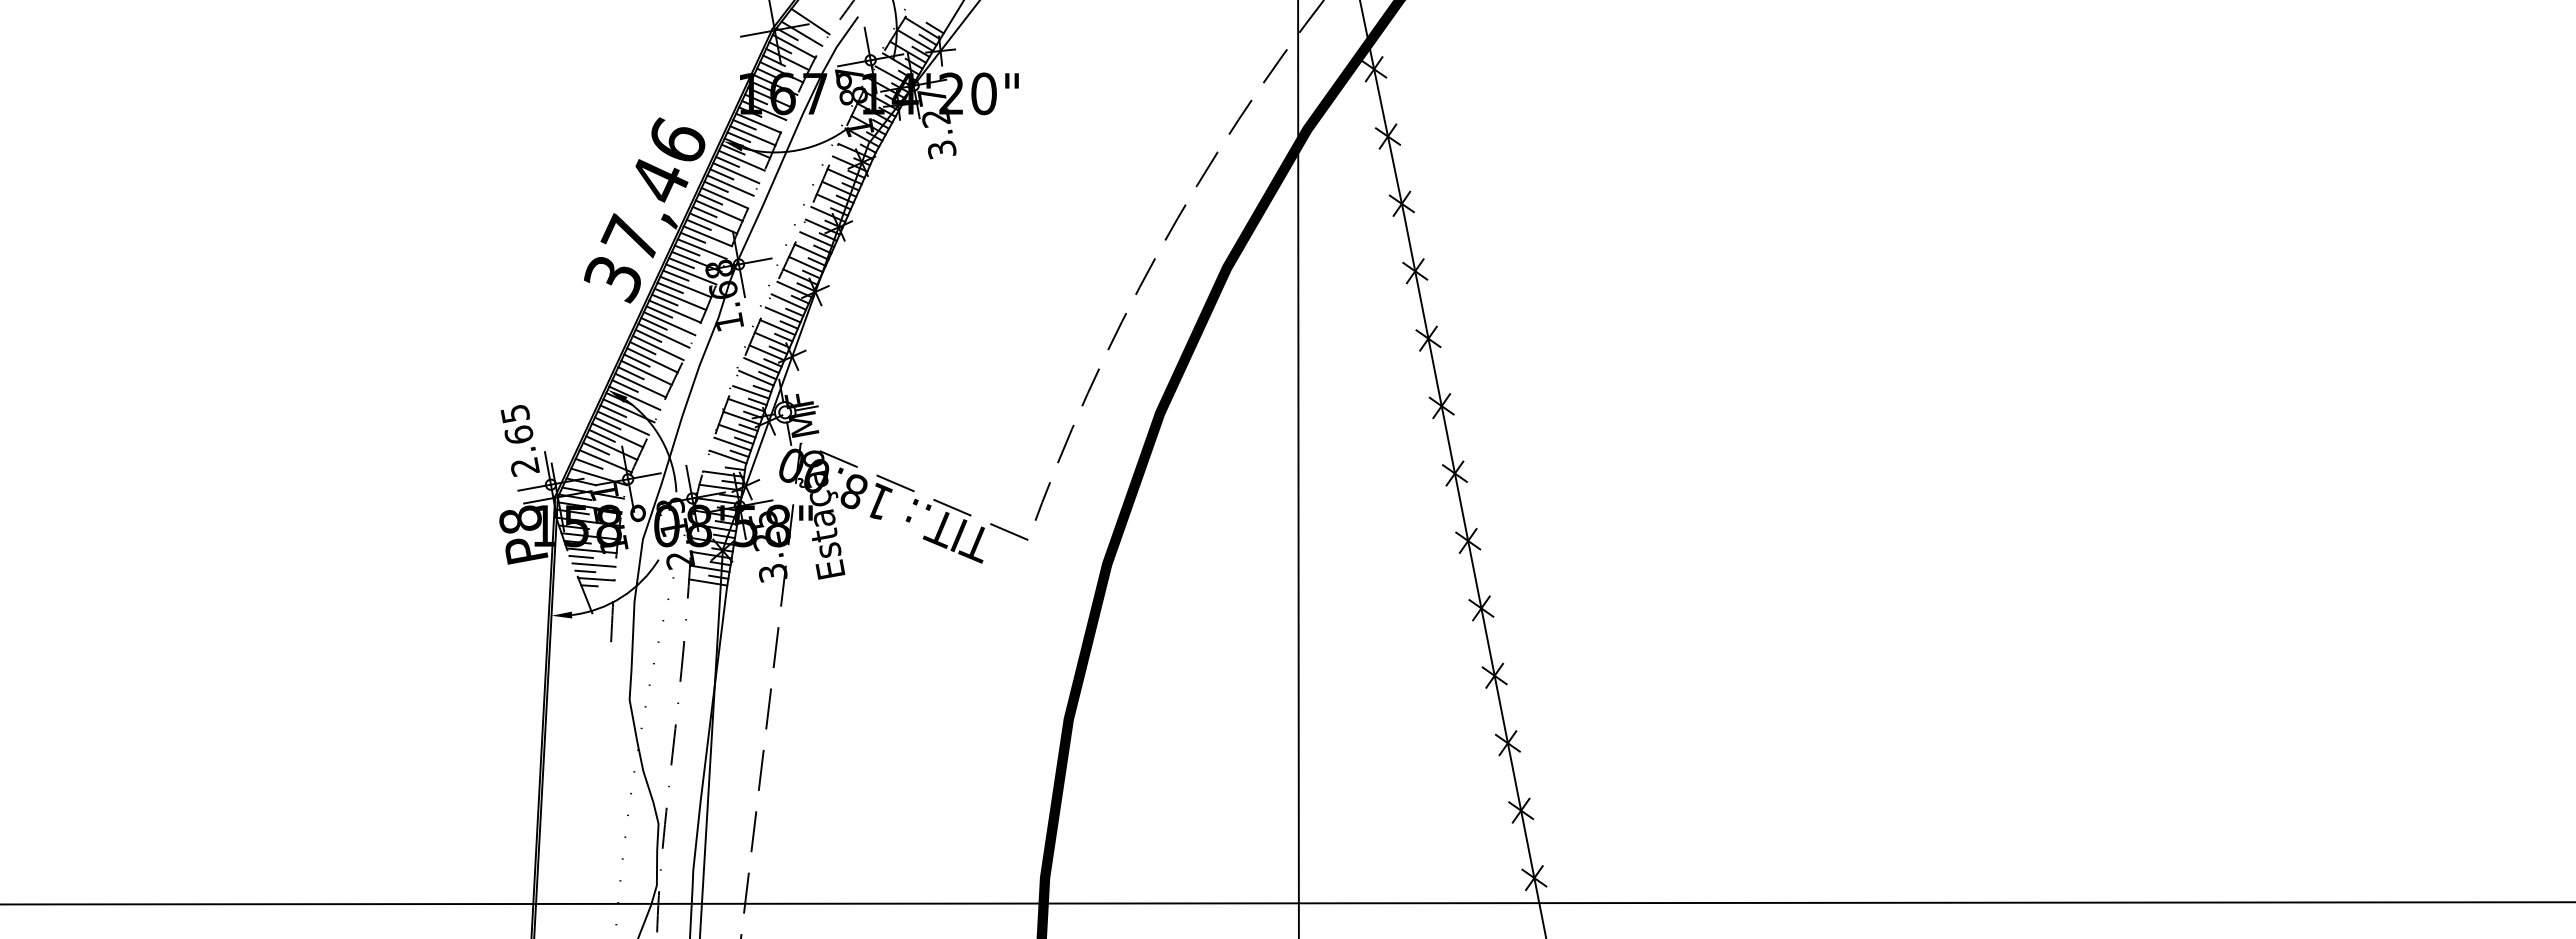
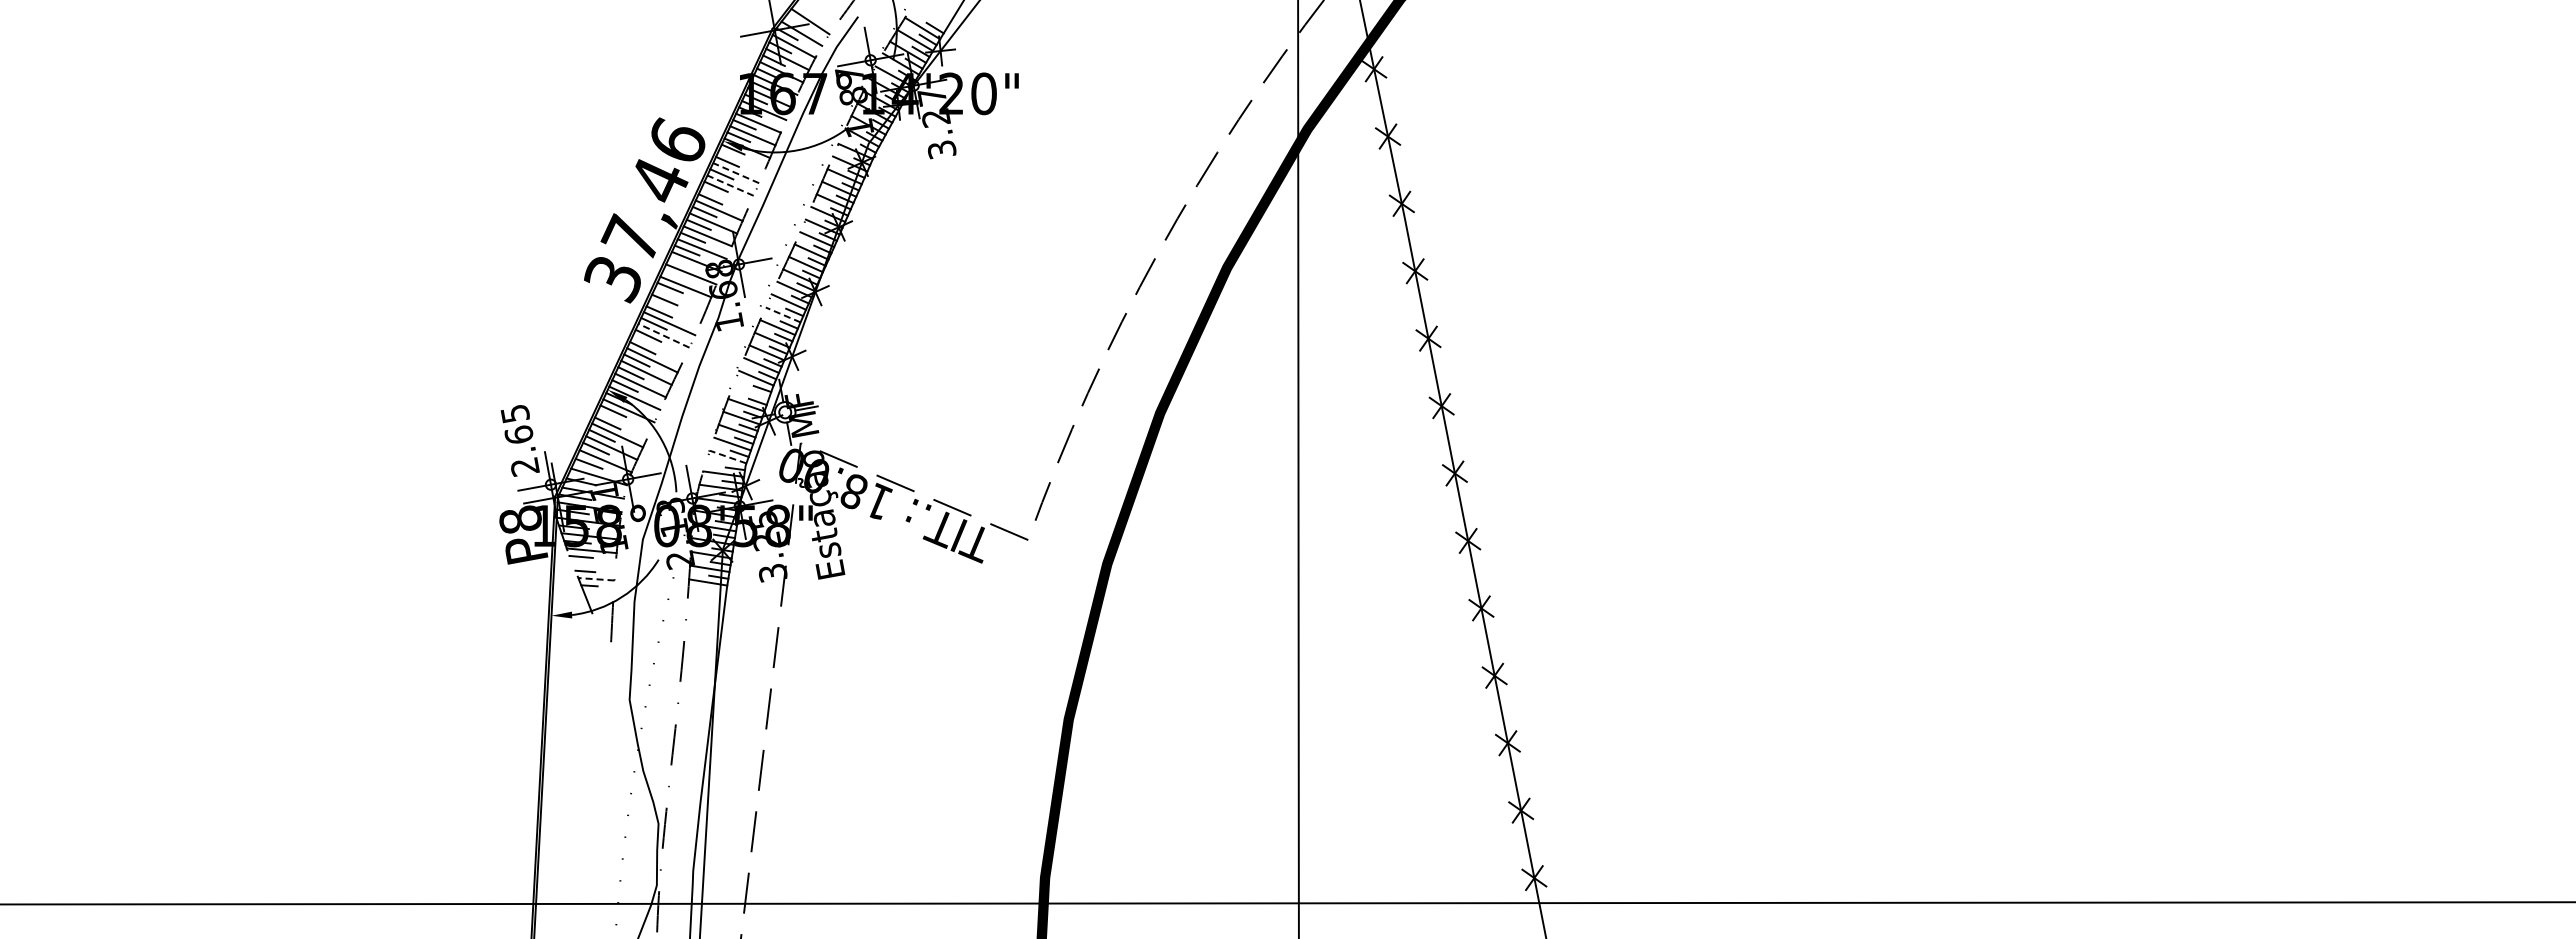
line at (741, 160): present -> none
line at (735, 172): solid -> dashed
line at (730, 185): solid -> dashed
line at (724, 197): present -> none
line at (681, 263): present -> none
line at (675, 275): present -> none
line at (680, 299): present -> none
line at (674, 311): present -> none
line at (783, 314): solid -> dashed
line at (663, 335): solid -> dashed
line at (657, 347): present -> none
line at (751, 392): present -> none
line at (622, 422): present -> none
line at (727, 456): solid -> dashed
line at (593, 564): present -> none
line at (595, 579): solid -> dashed
